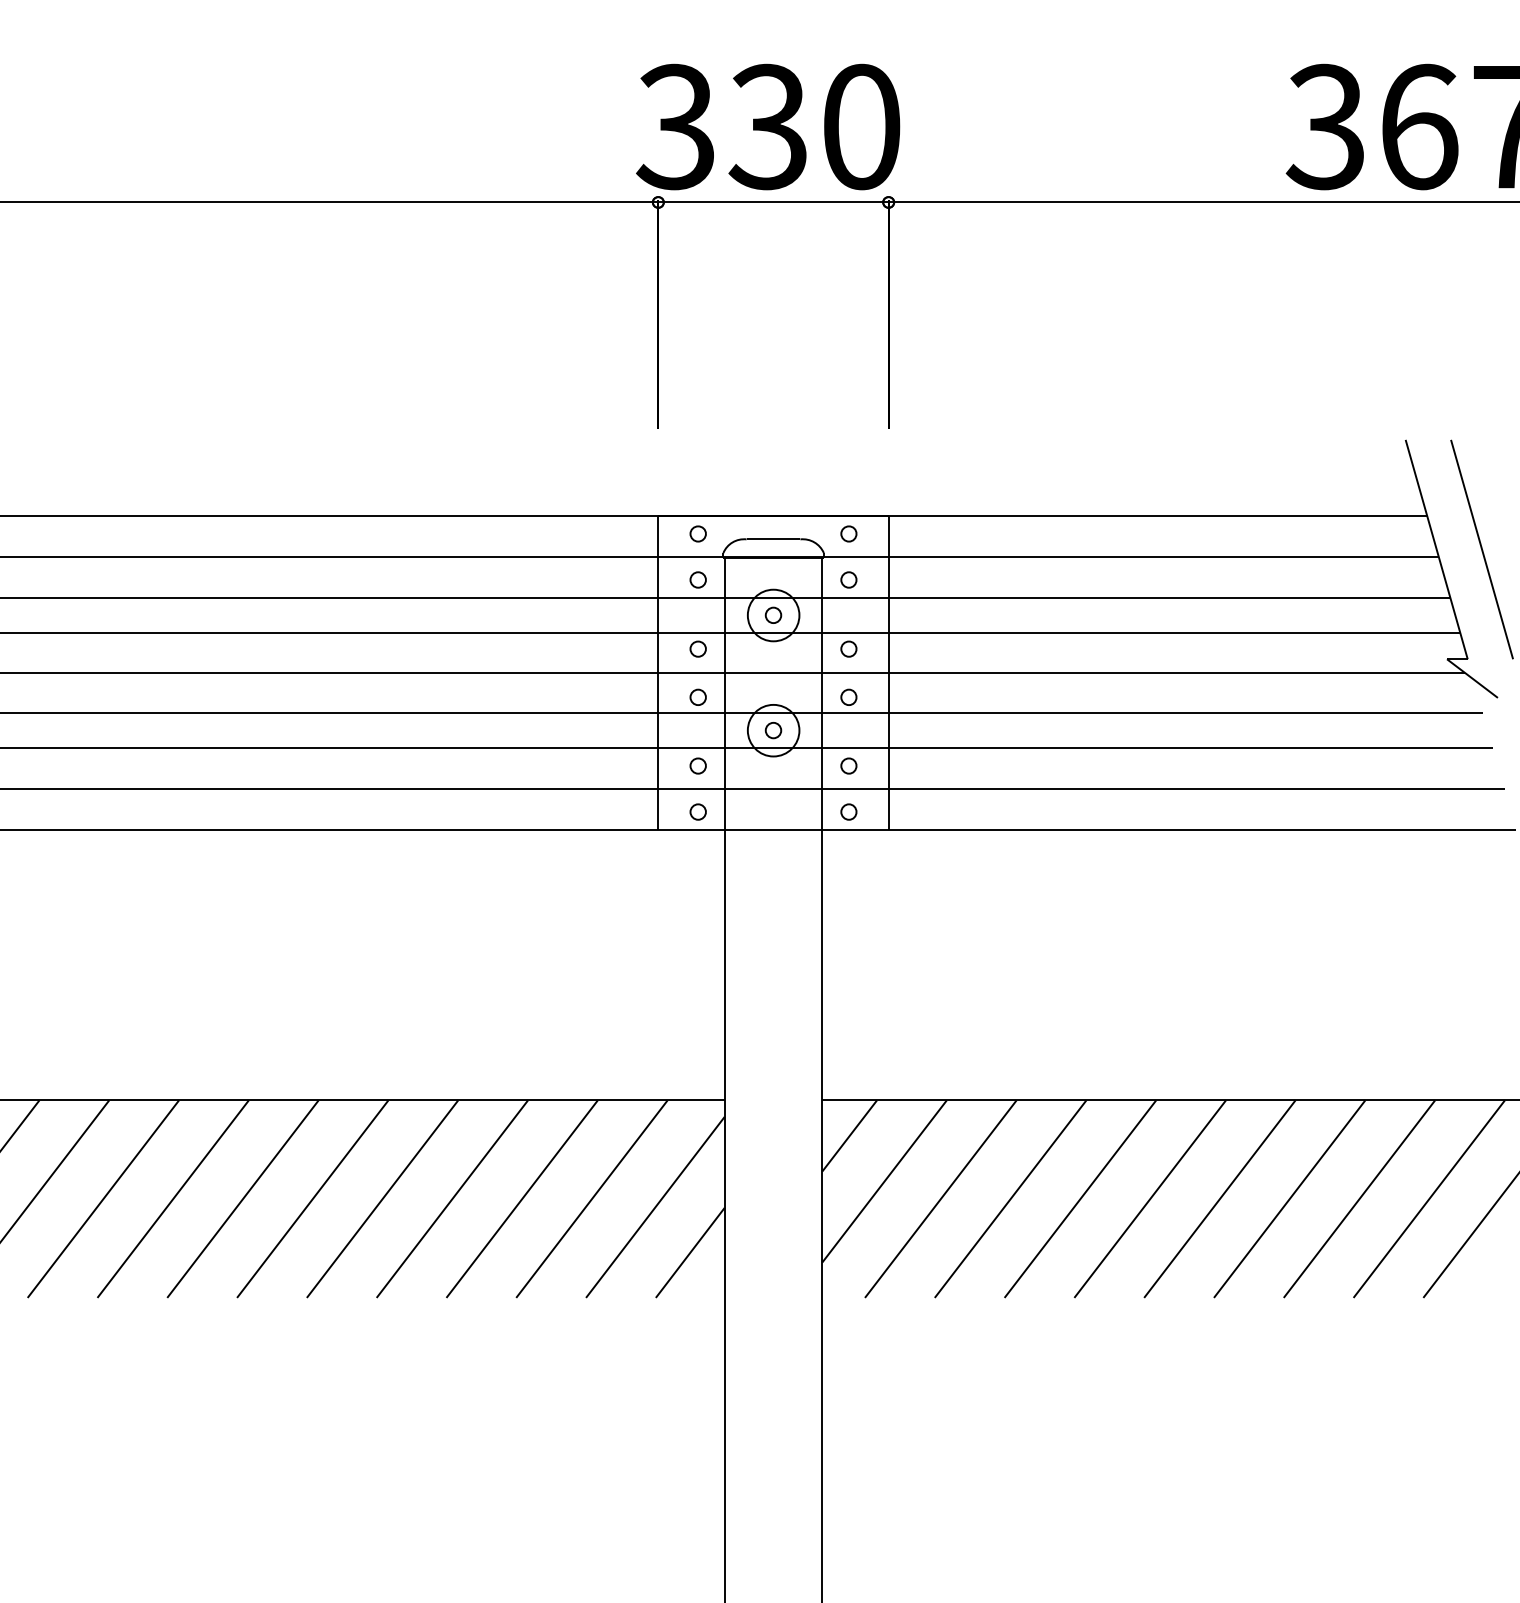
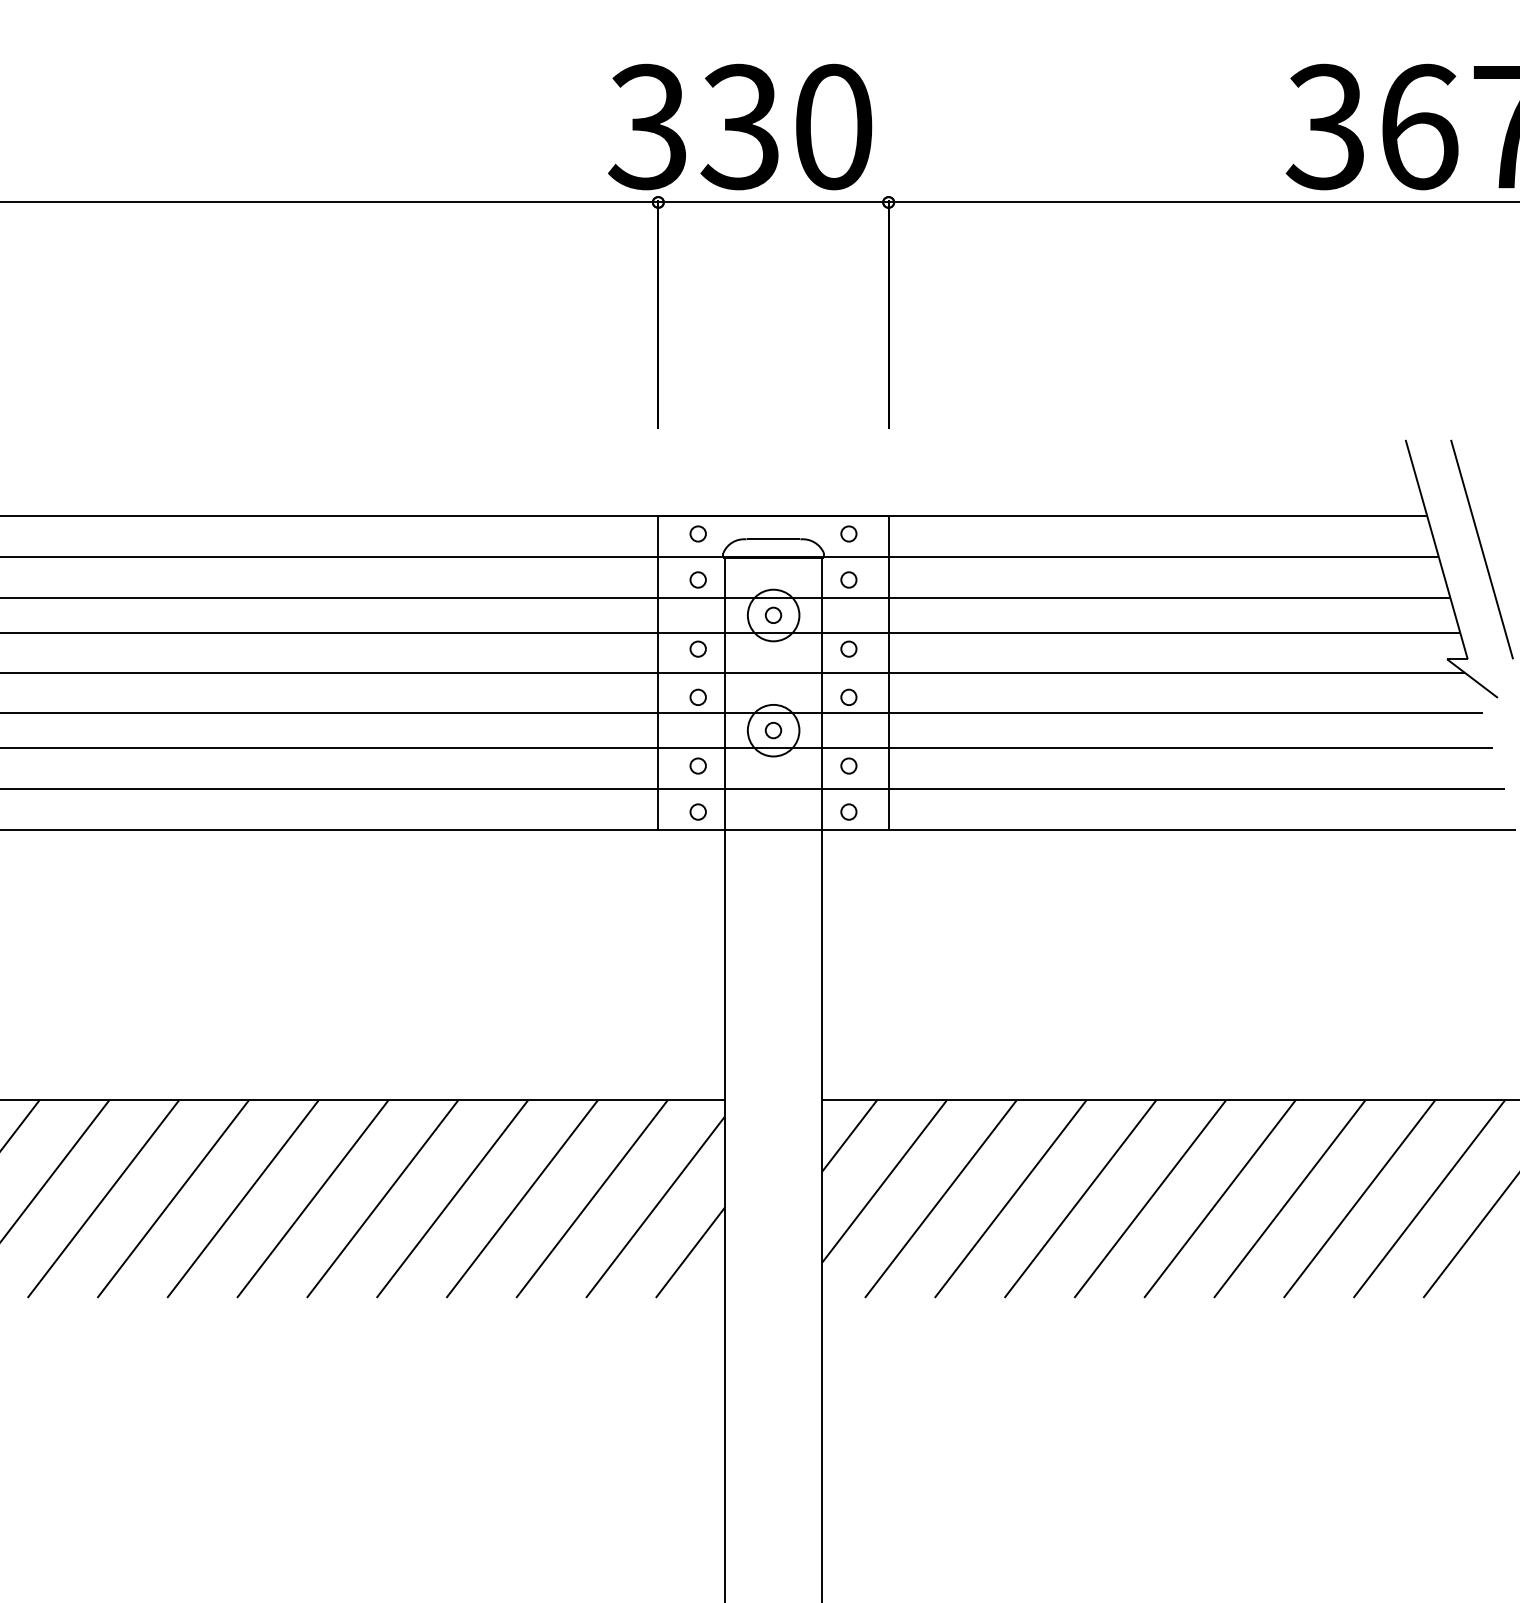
text at (768, 126) position: (768, 126) -> (740, 126)
